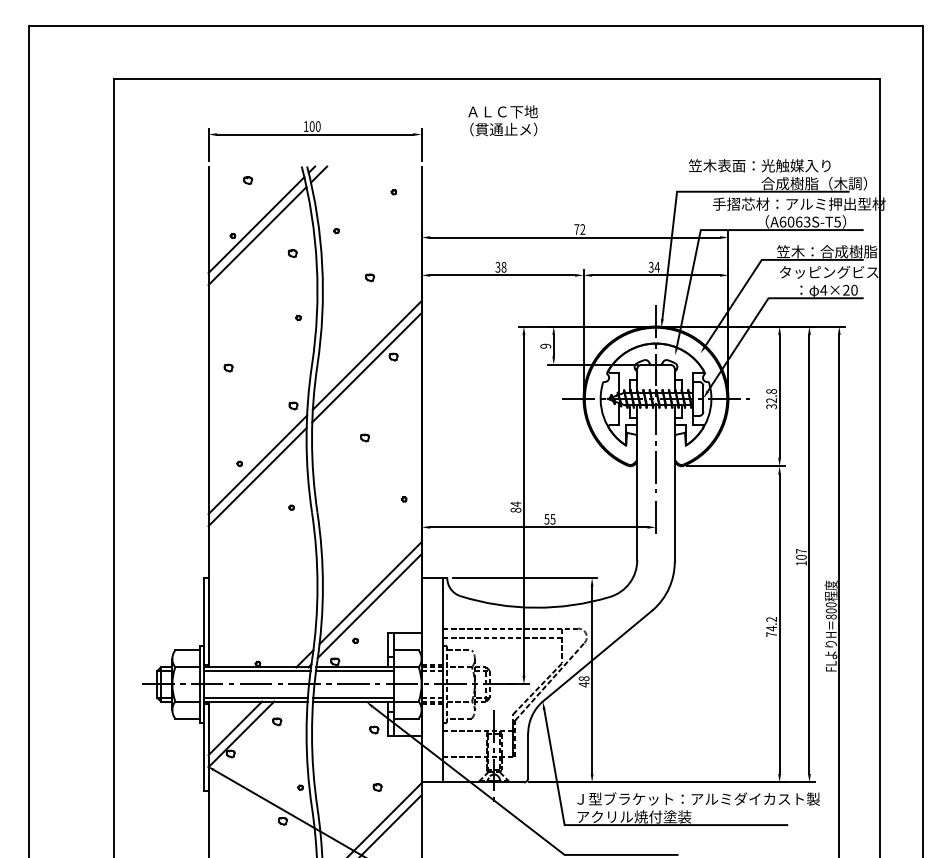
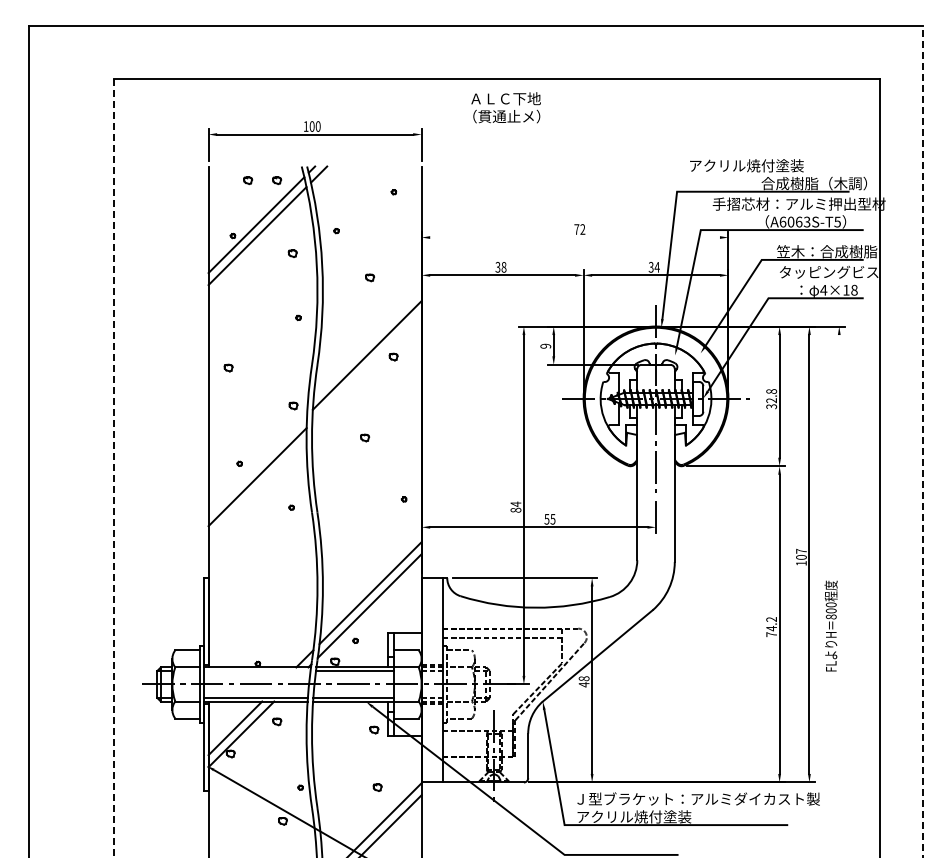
text at (502, 120) position: (502, 120) -> (505, 107)
text at (759, 165): 笠木表面：光触媒入り -> アクリル焼付塗装
part at (277, 180): none -> present
line at (574, 237): present -> none
text at (850, 289): 4×20 -> 4×18
line at (366, 367): present -> none
line at (923, 441): solid -> dashed
line at (257, 464): present -> none
line at (113, 469): solid -> dashed
line at (839, 594): present -> none
line at (257, 670): present -> none
